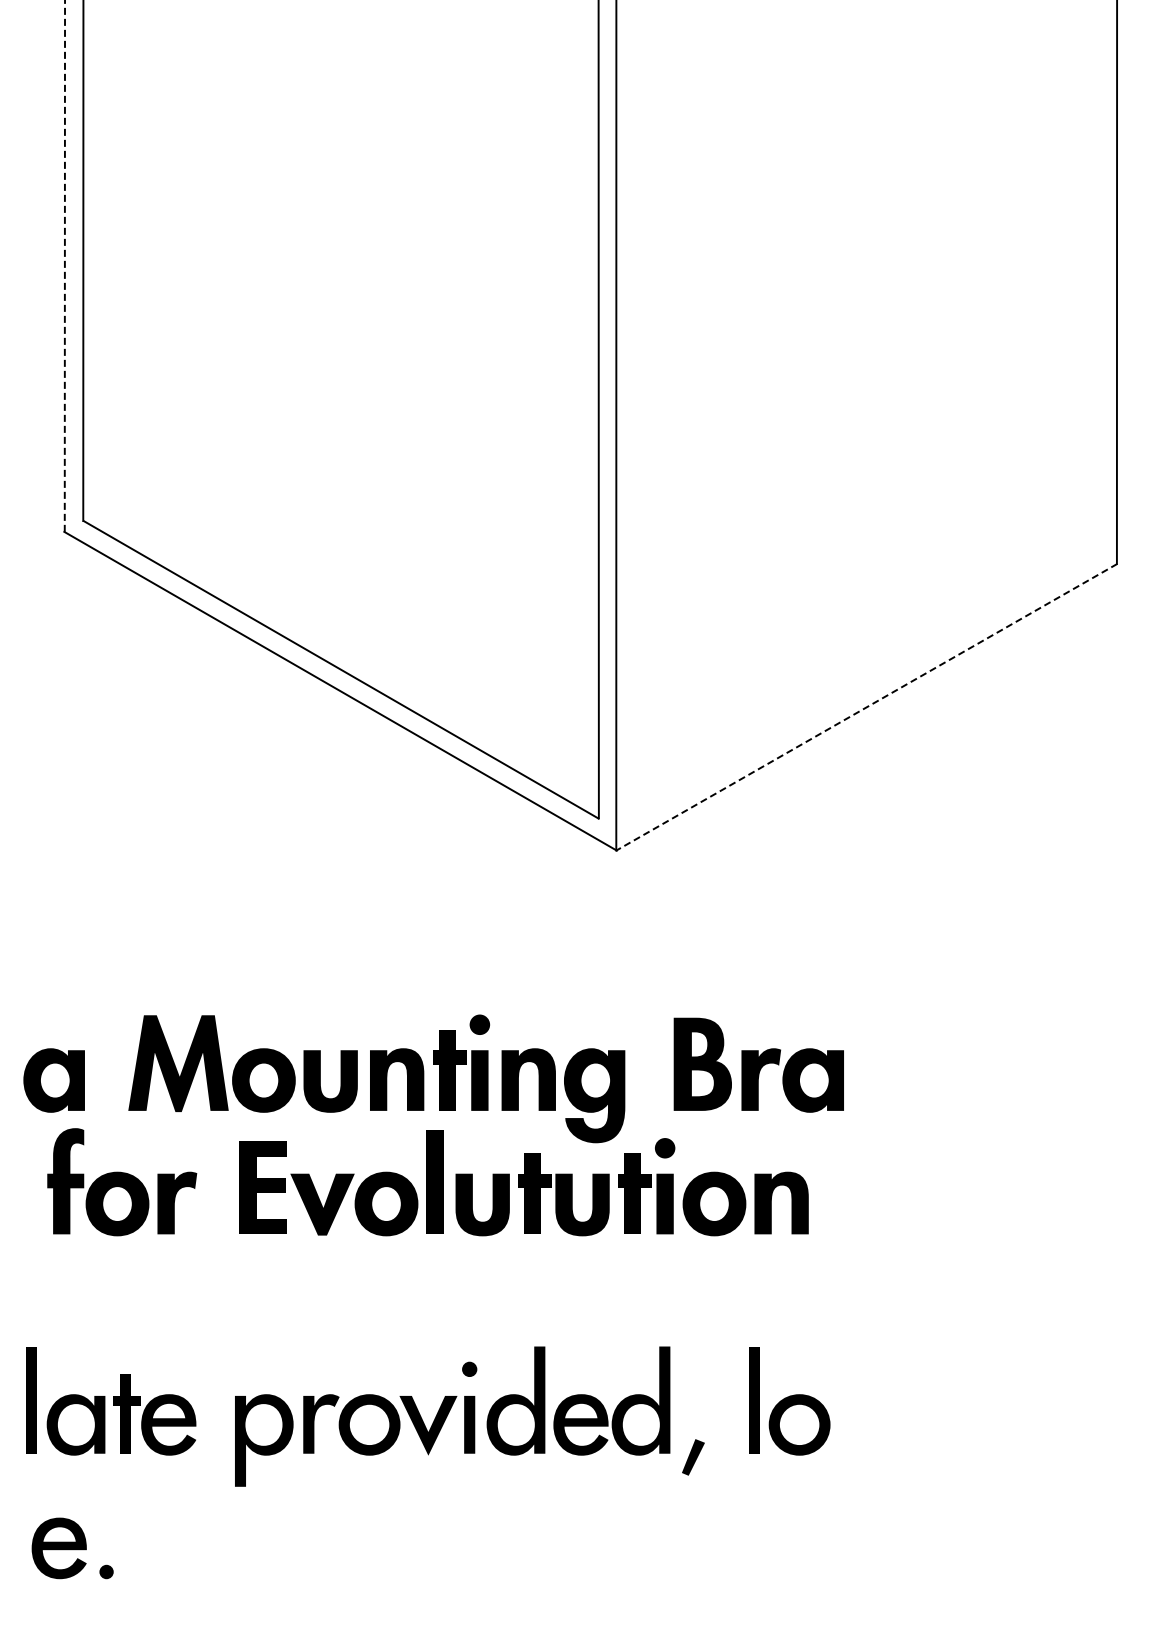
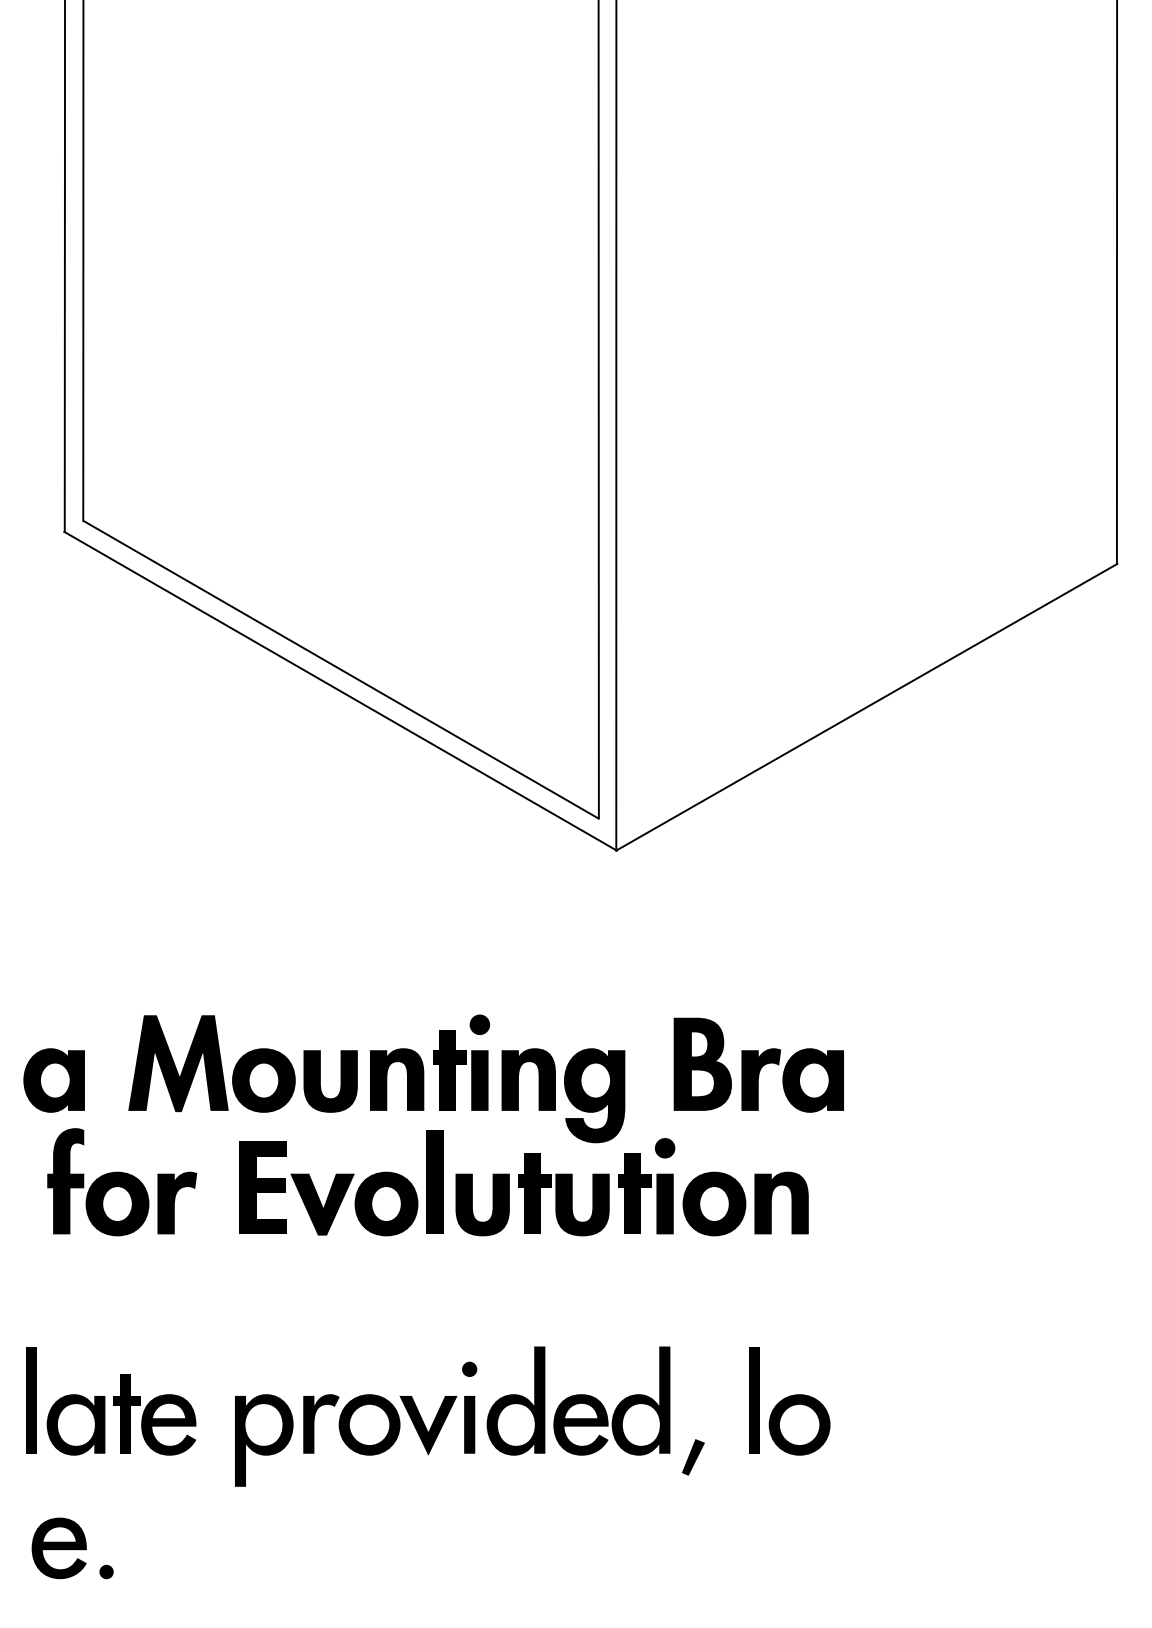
line at (64, 266): dashed -> solid
line at (866, 707): dashed -> solid
